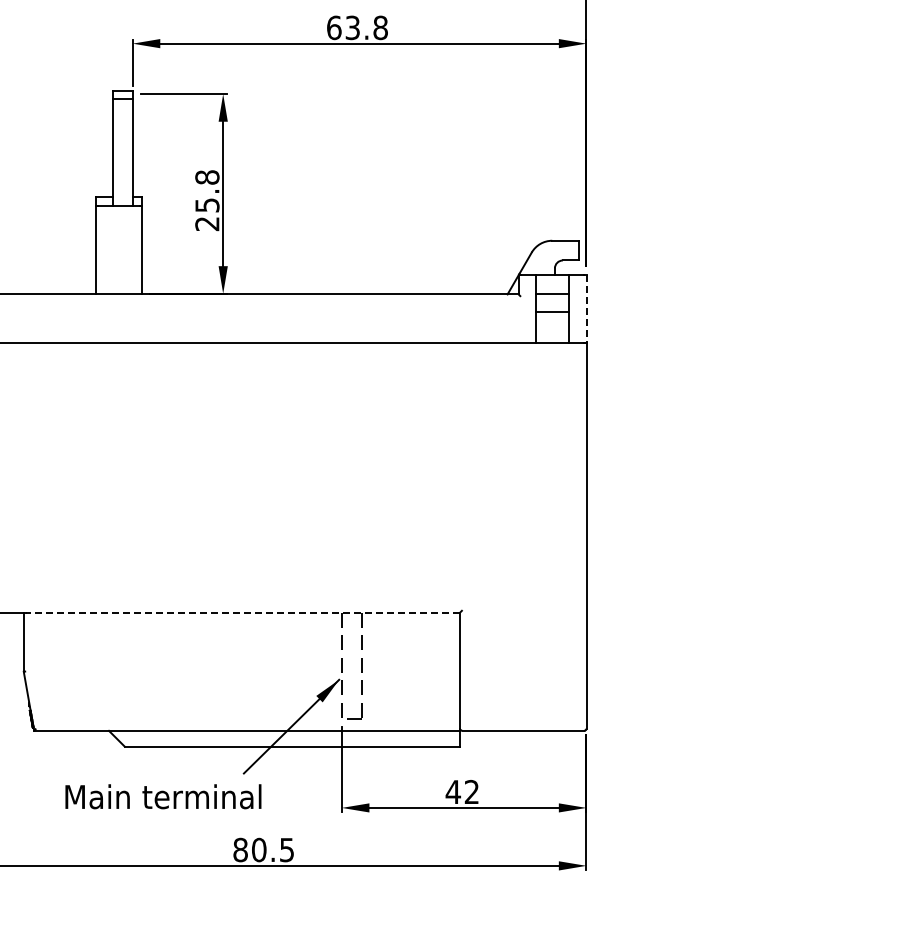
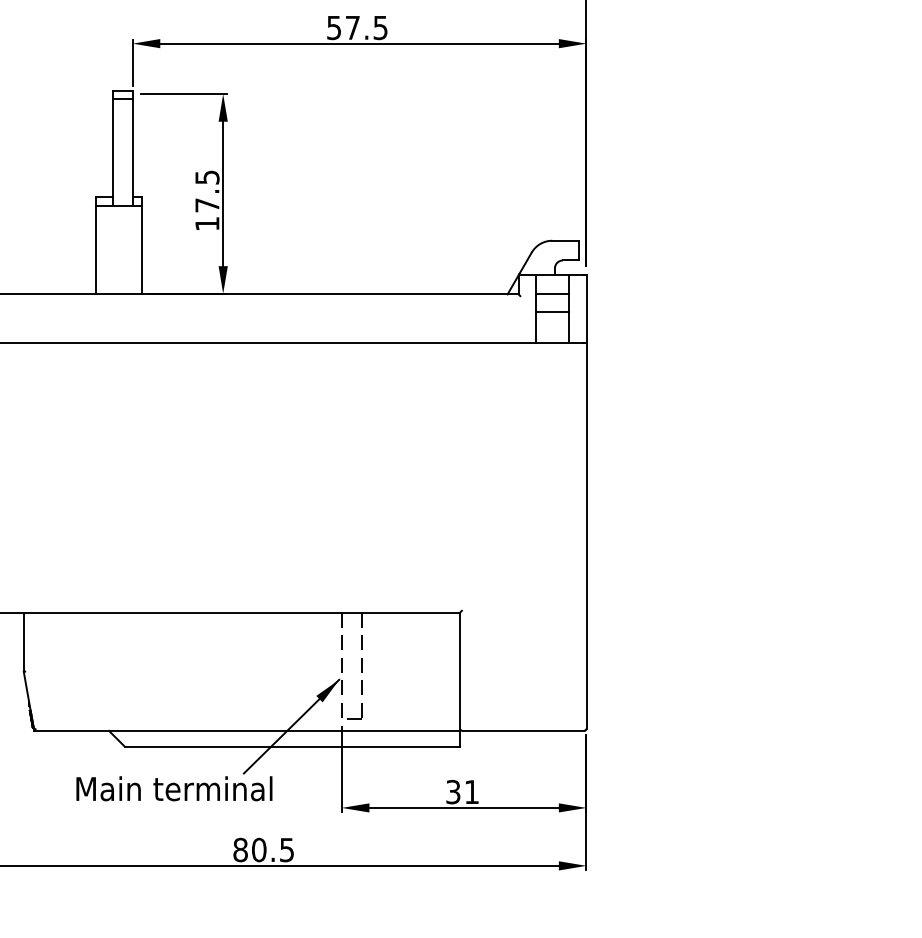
text at (357, 27): 63.8 -> 57.5
text at (207, 200): 25.8 -> 17.5
line at (586, 309): dashed -> solid
line at (242, 612): dashed -> solid
text at (461, 791): 42 -> 31
text at (163, 796) position: (163, 796) -> (174, 788)
